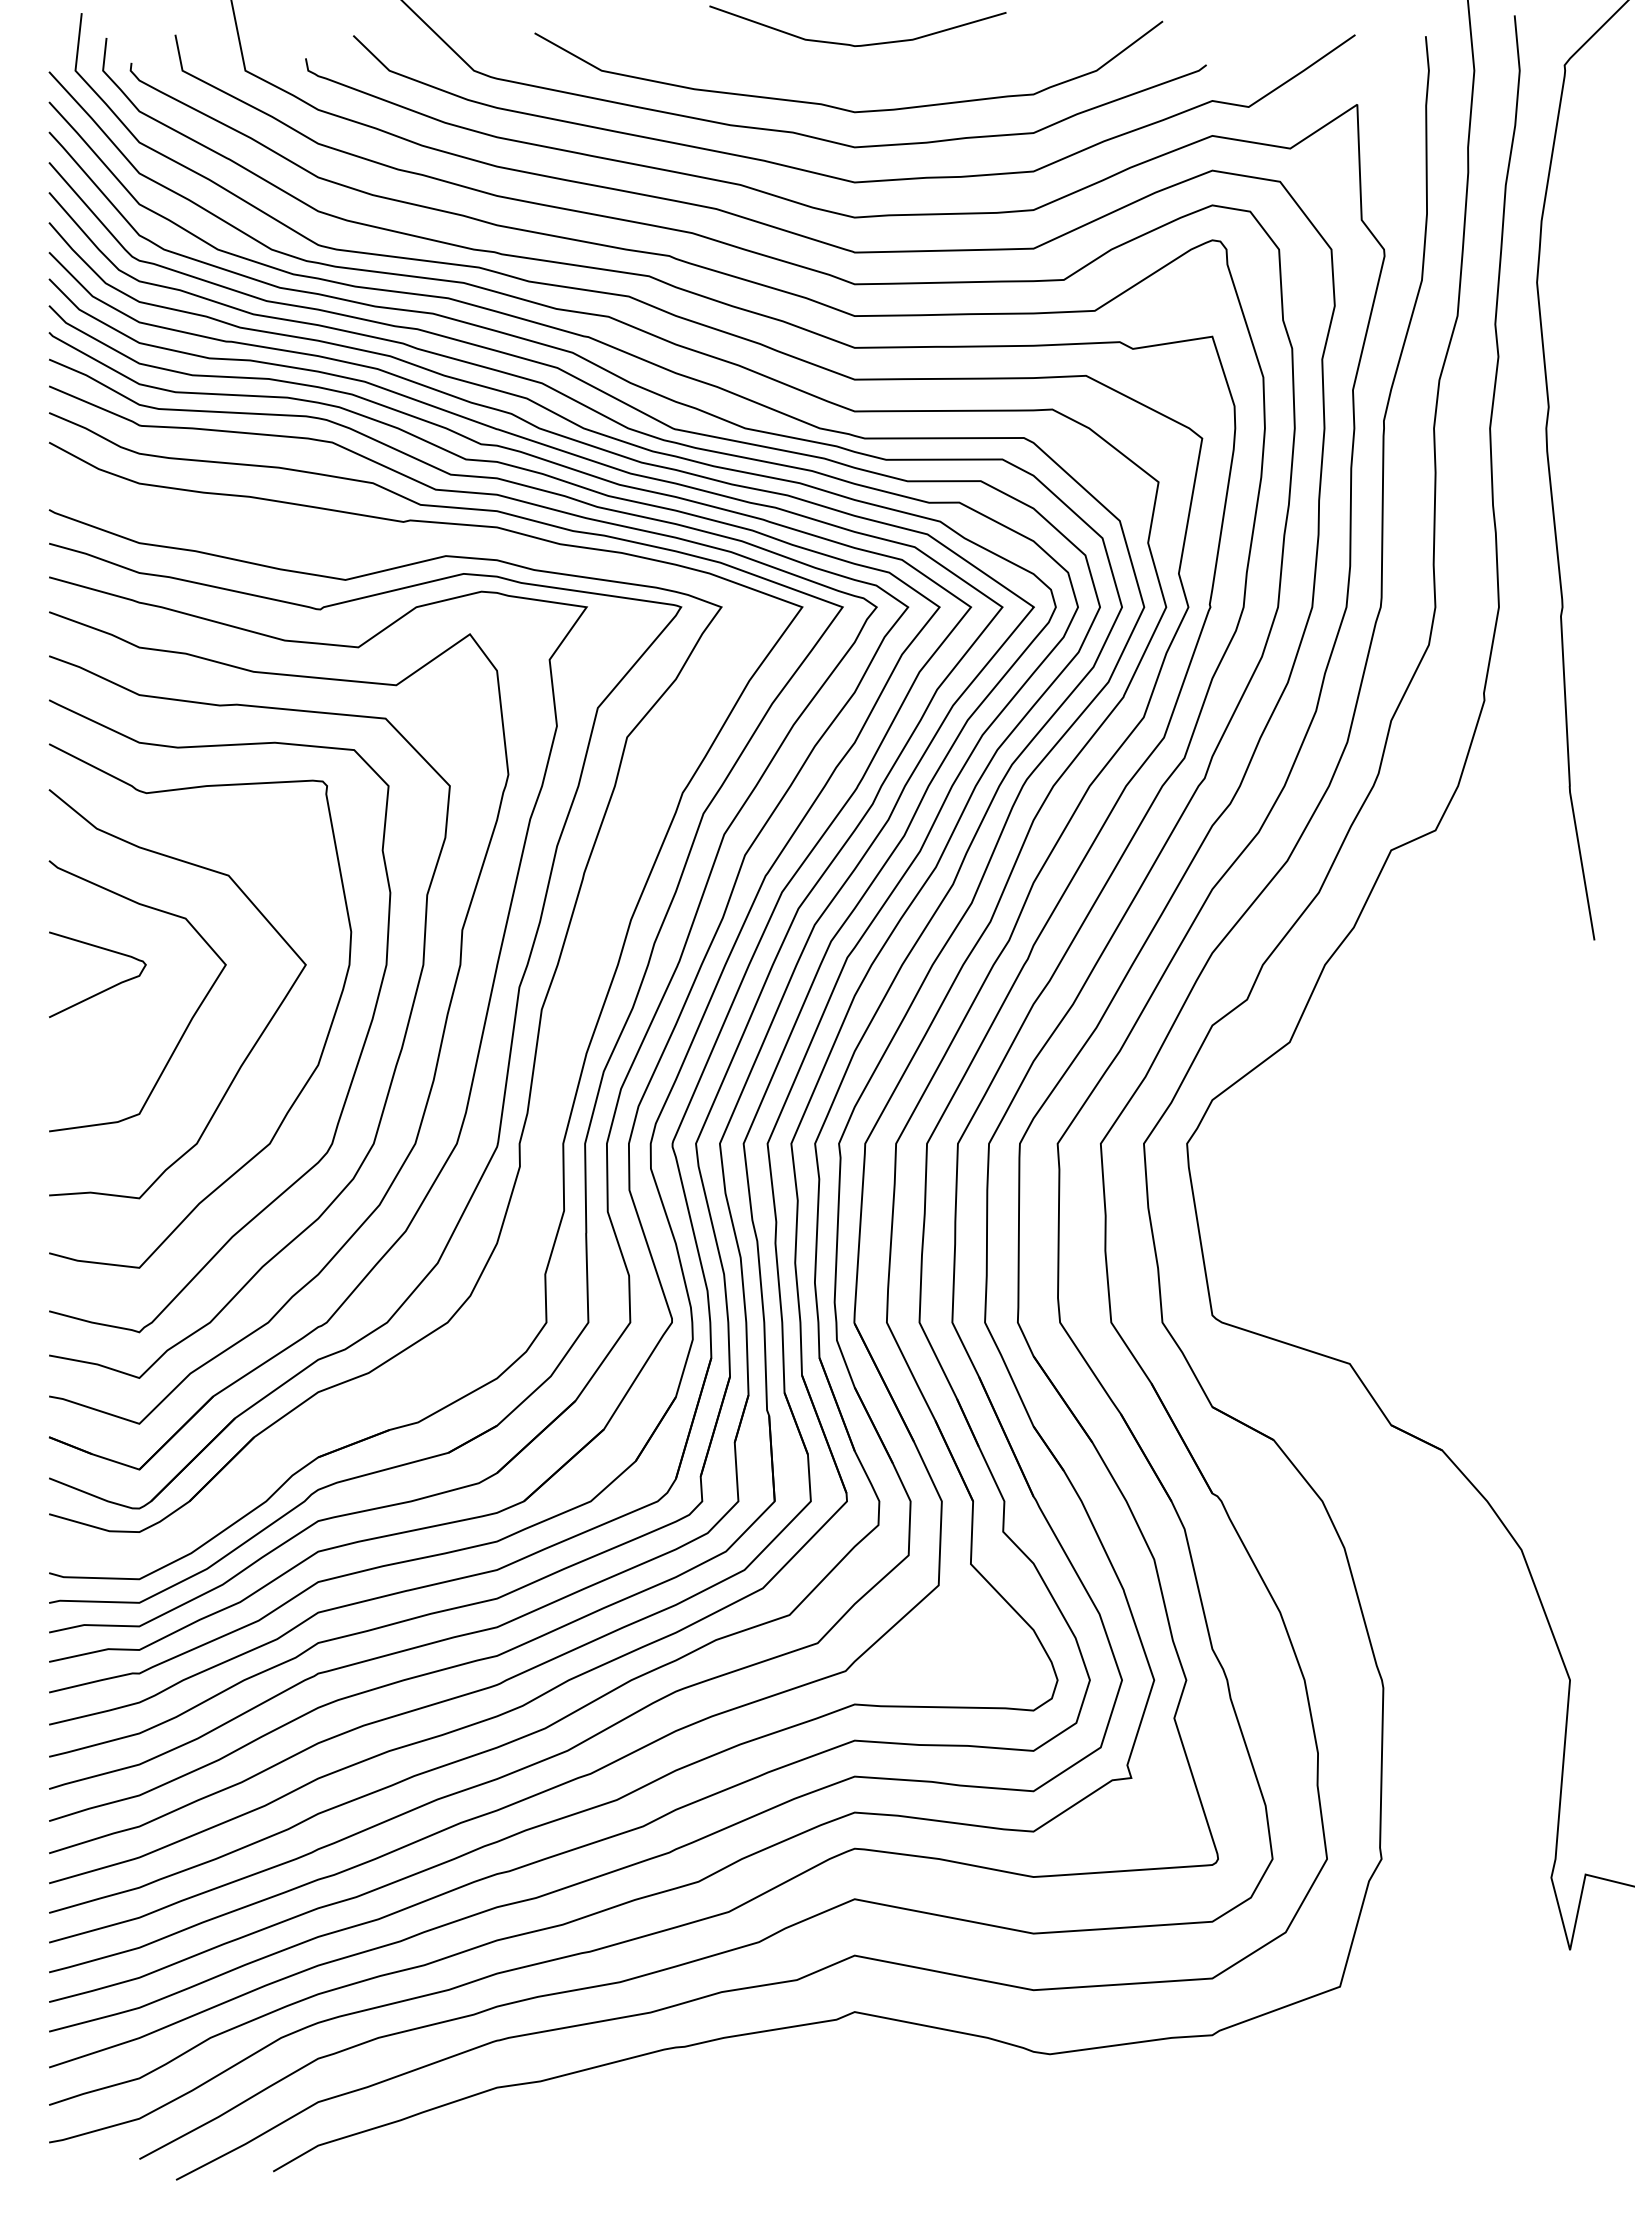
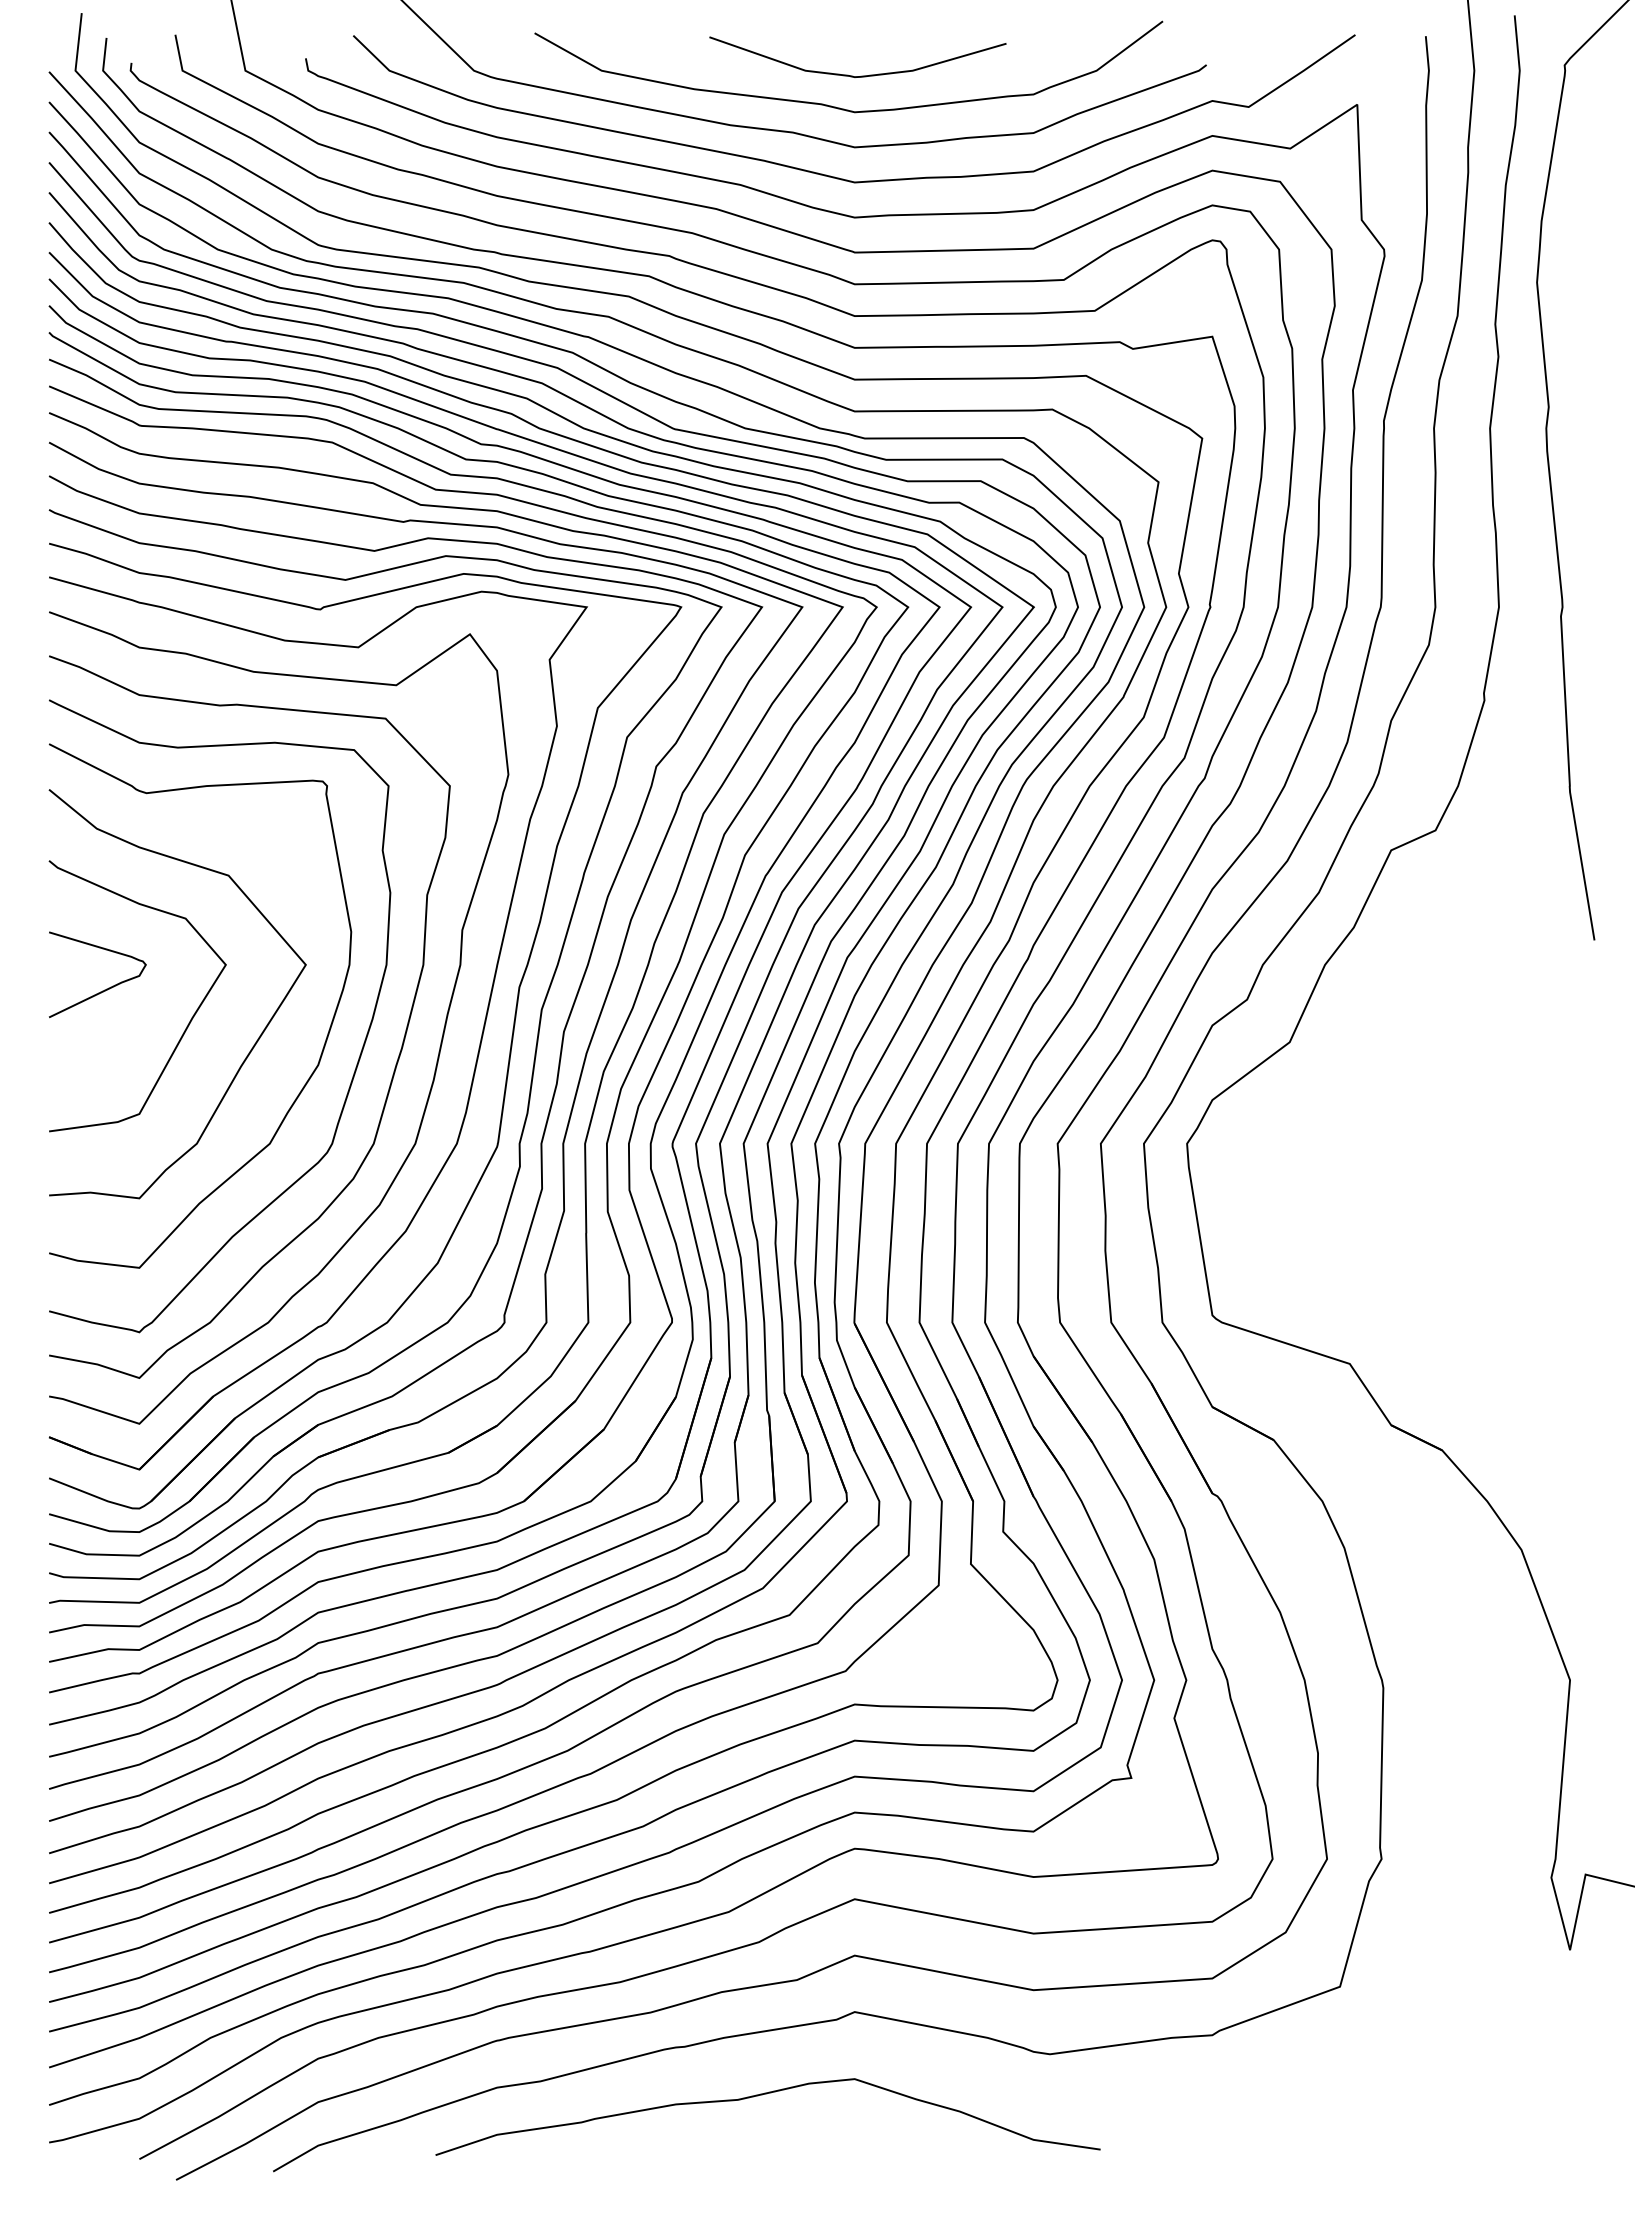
curve at (861, 44) position: (861, 44) -> (861, 75)
part at (561, 1040): none -> present
curve at (762, 2095): none -> present
